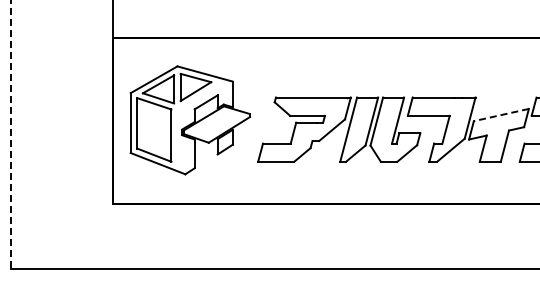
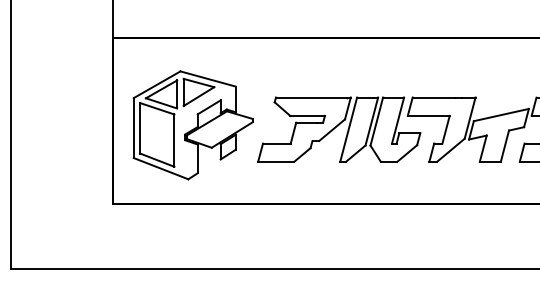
line at (500, 115): dashed -> solid
part at (189, 120) position: (189, 120) -> (192, 125)
line at (11, 134): dashed -> solid
